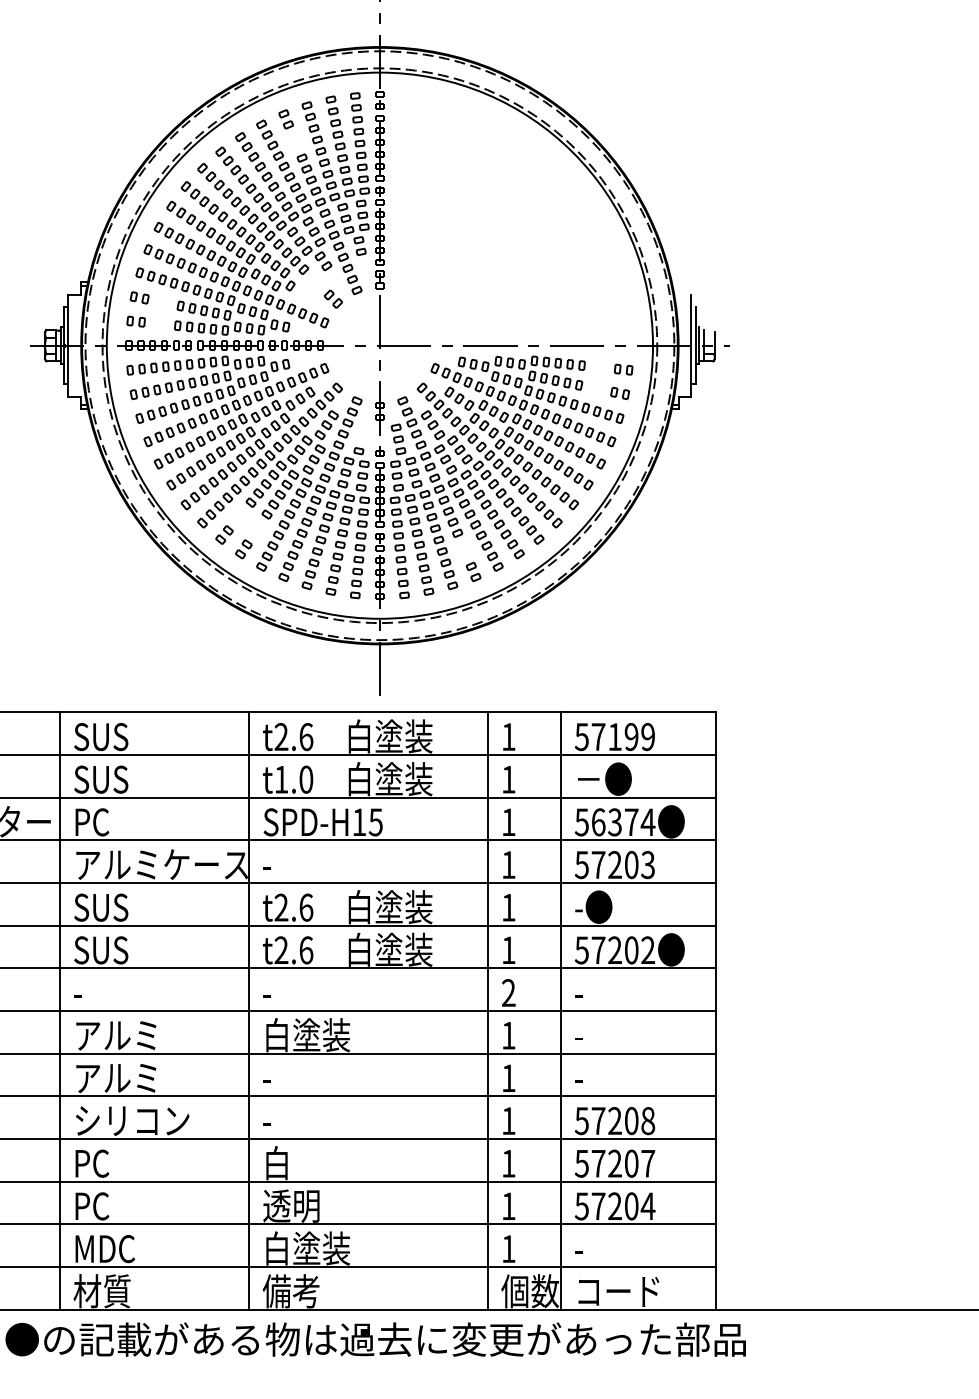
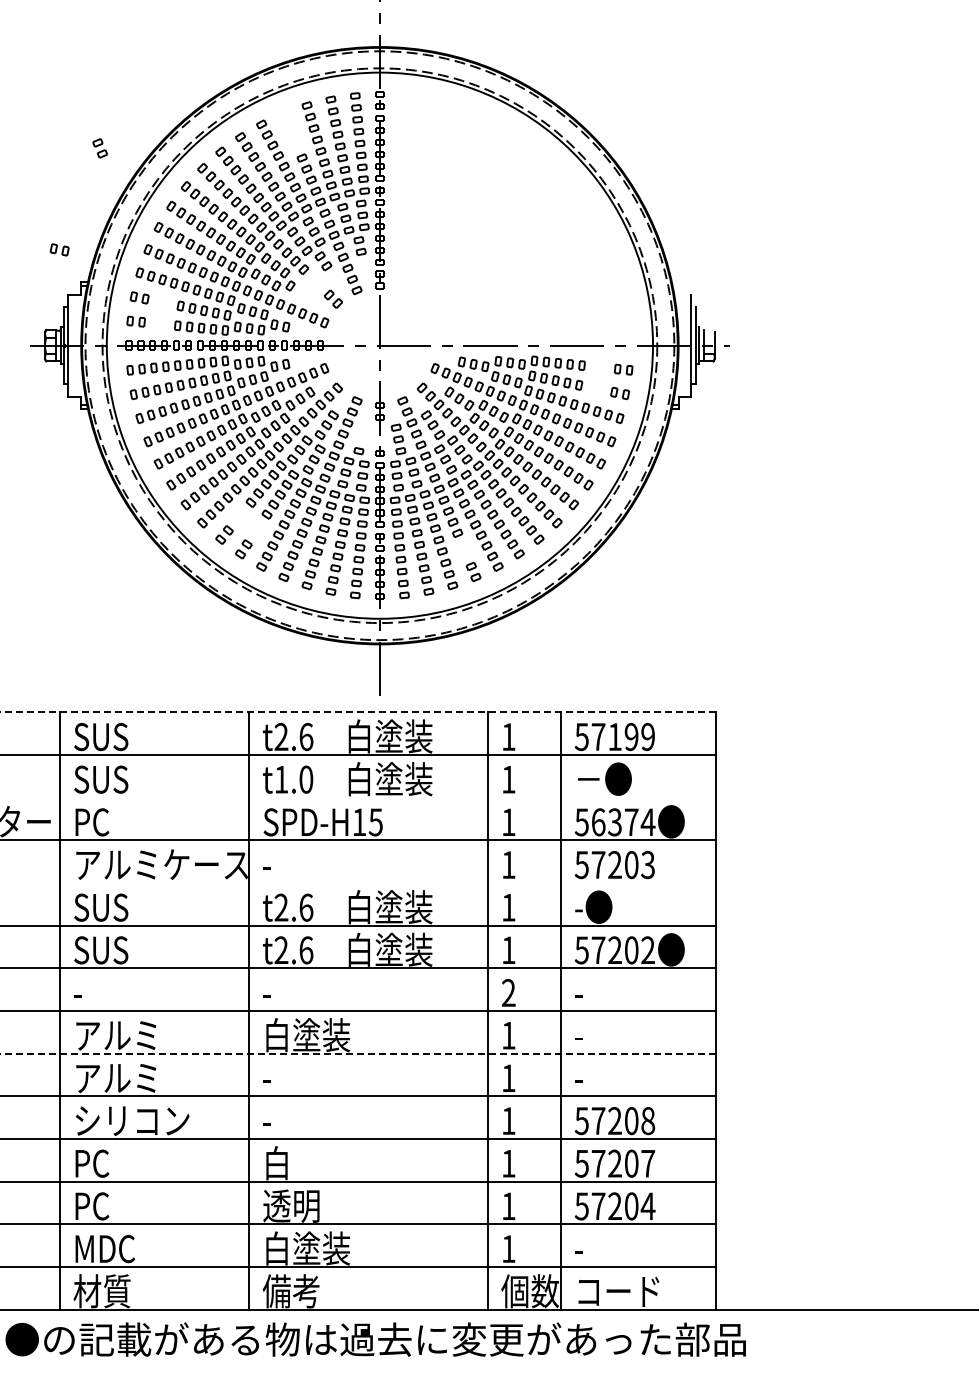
part at (285, 119) position: (285, 119) -> (99, 148)
part at (59, 249): none -> present
line at (358, 712): solid -> dashed
line at (359, 797): present -> none
line at (359, 882): present -> none
line at (358, 1053): solid -> dashed
